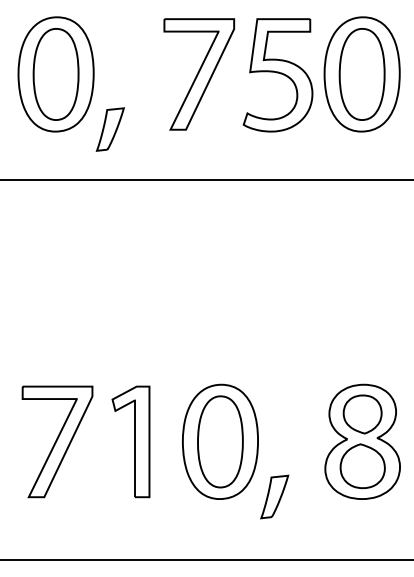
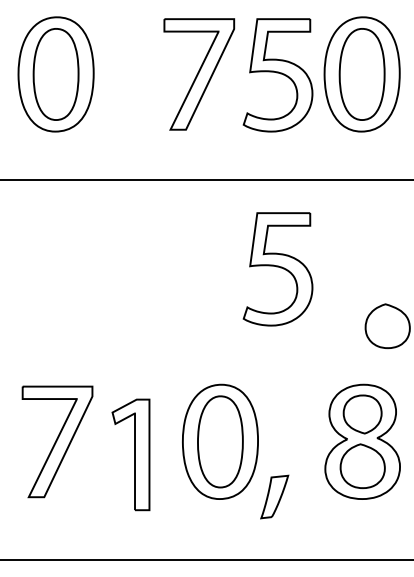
part at (109, 129): present -> none
part at (277, 269): none -> present
part at (387, 326): none -> present
part at (130, 441) position: (130, 441) -> (130, 454)
